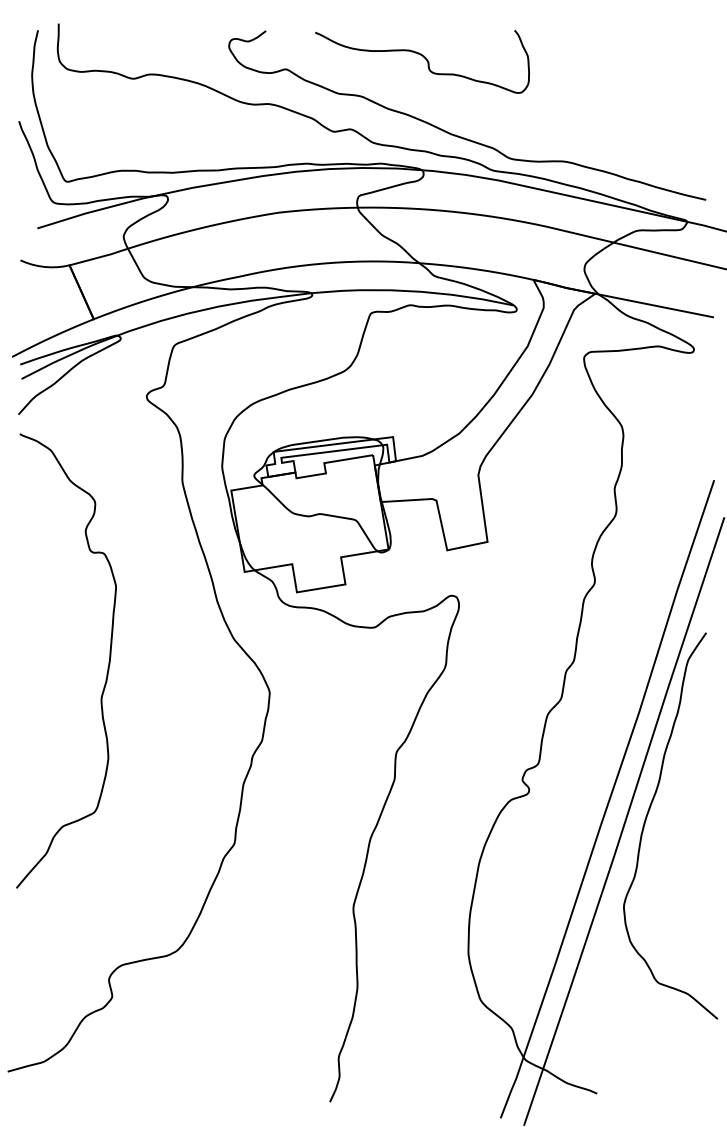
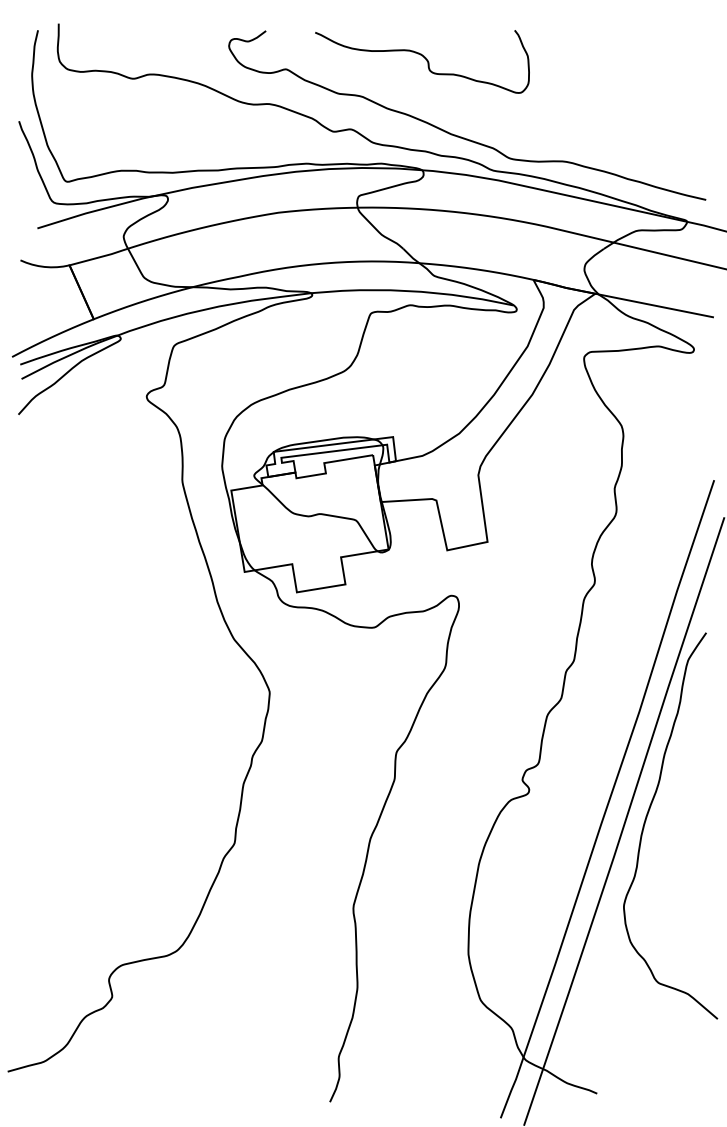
curve at (107, 667): present -> none
